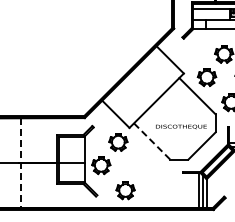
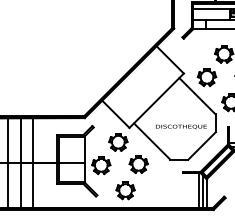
line at (152, 141): dashed -> solid
line at (7, 163): none -> present
line at (20, 163): dashed -> solid
line at (33, 163): none -> present
part at (138, 164): none -> present
